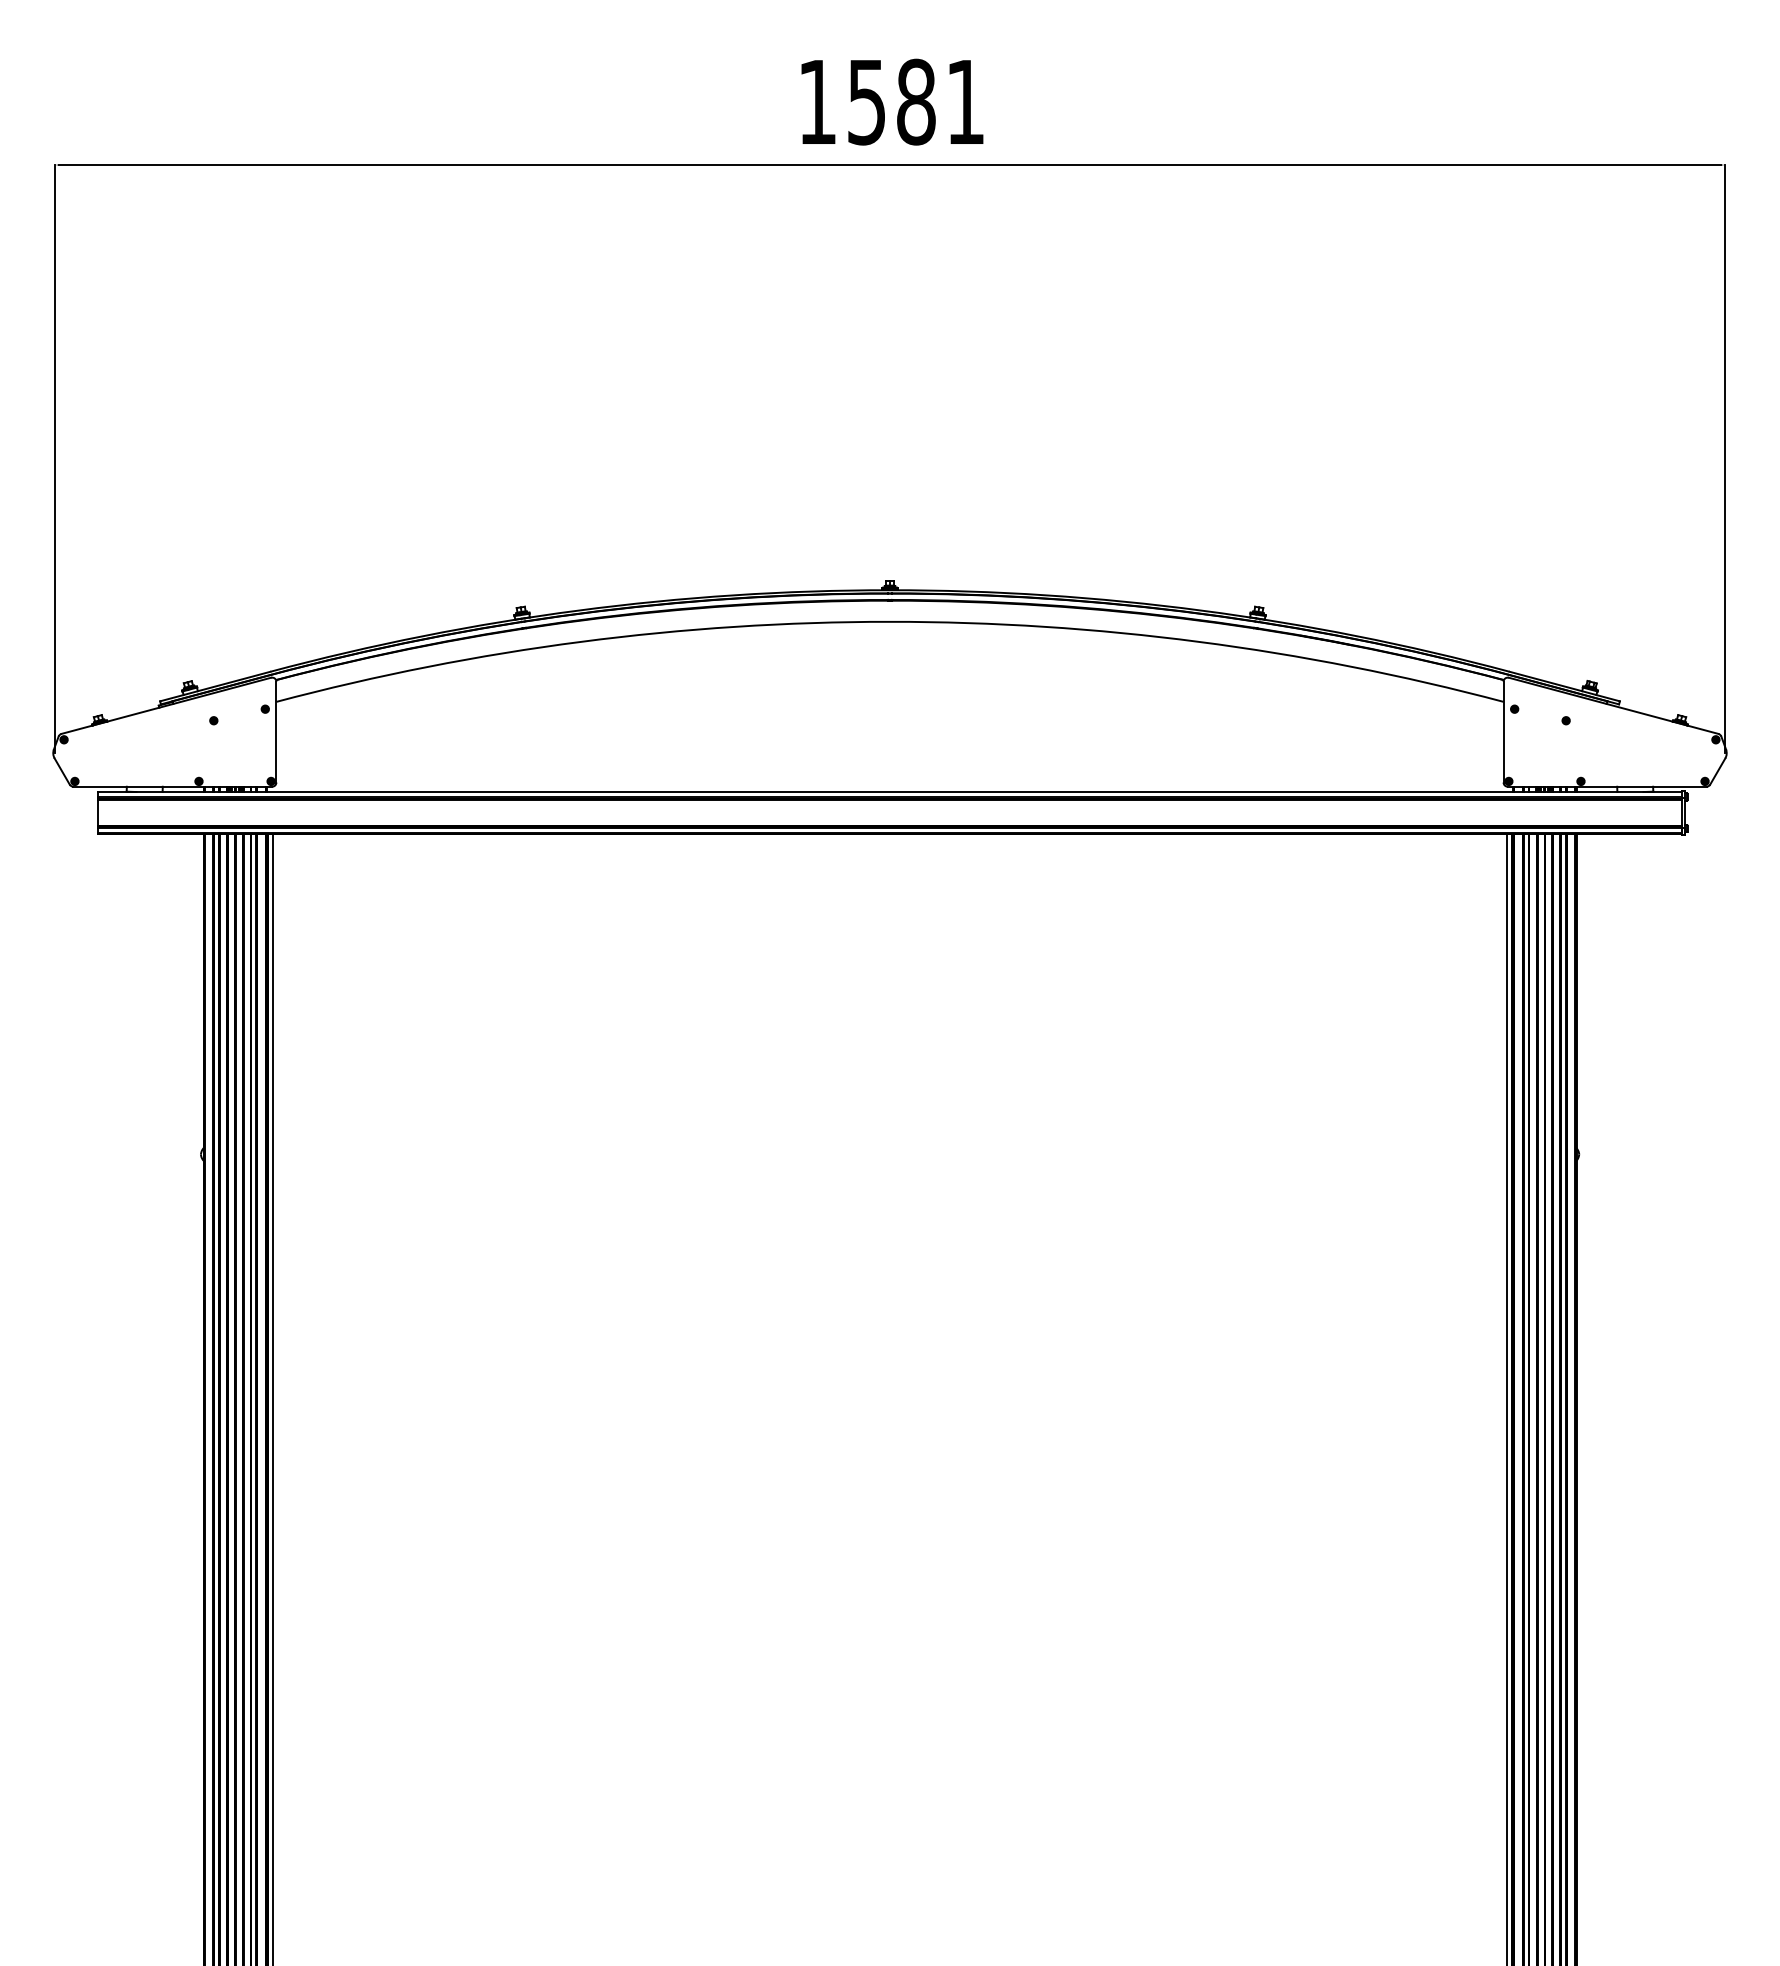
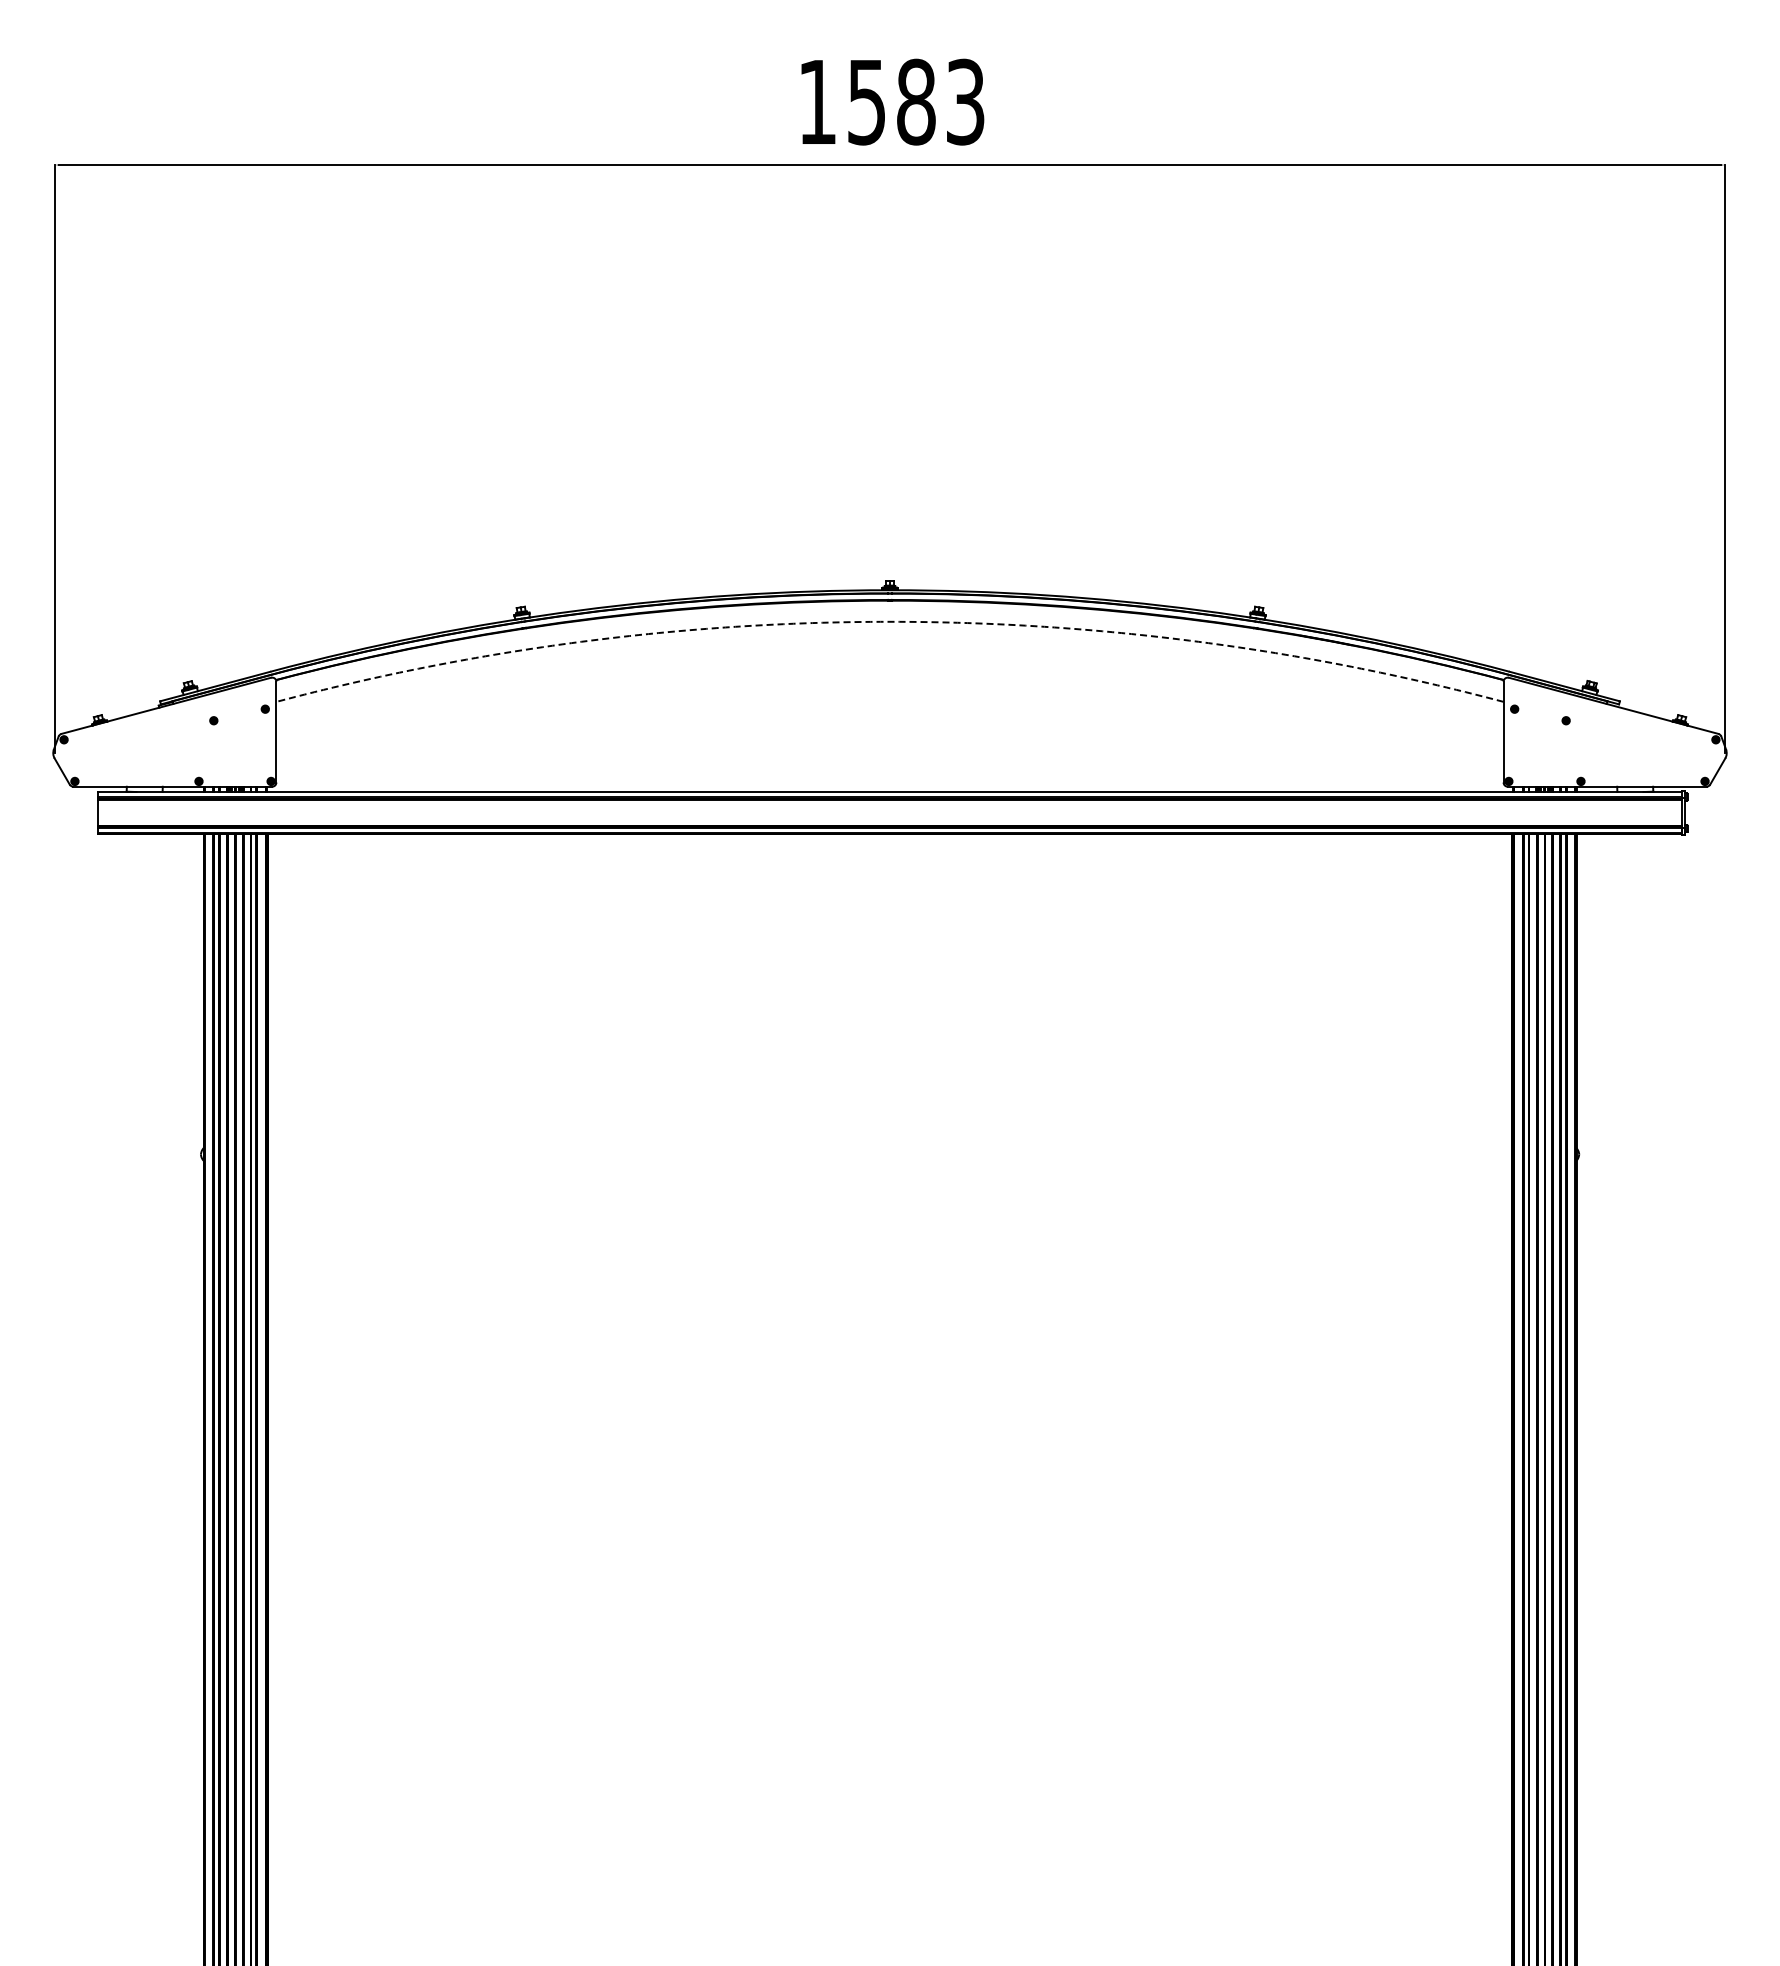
text at (965, 101): 1581 -> 1583
arc at (890, 621): solid -> dashed
line at (273, 1398): present -> none
line at (1506, 1398): present -> none
